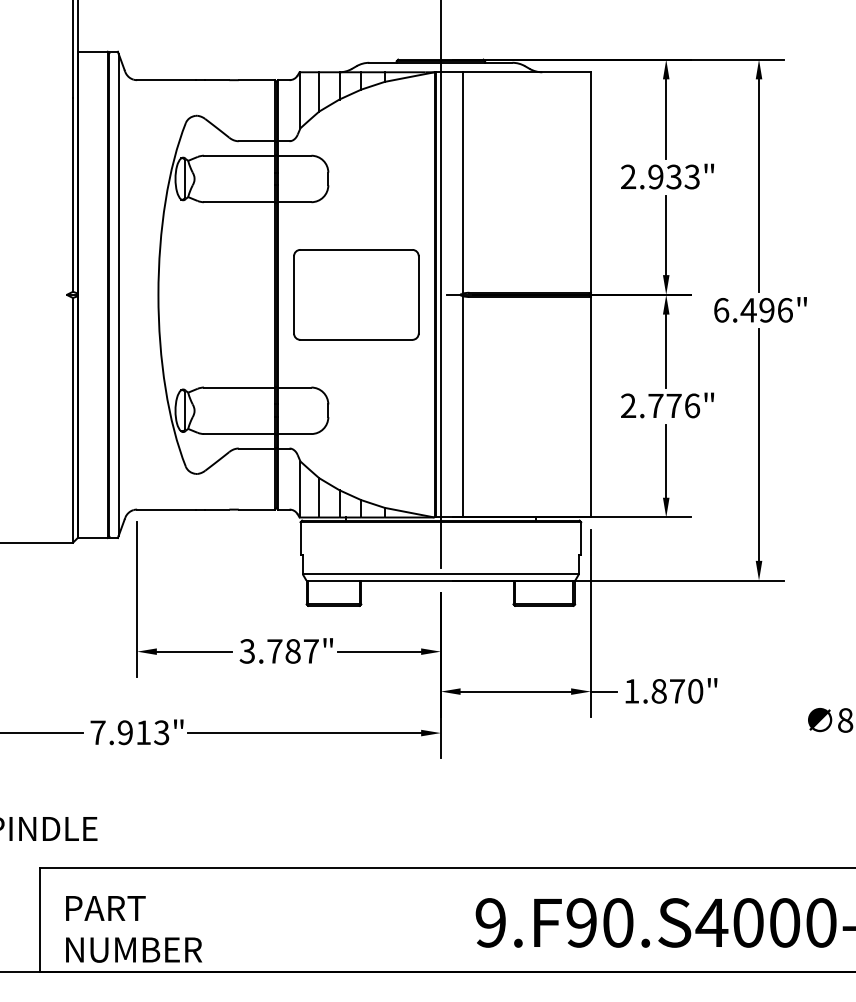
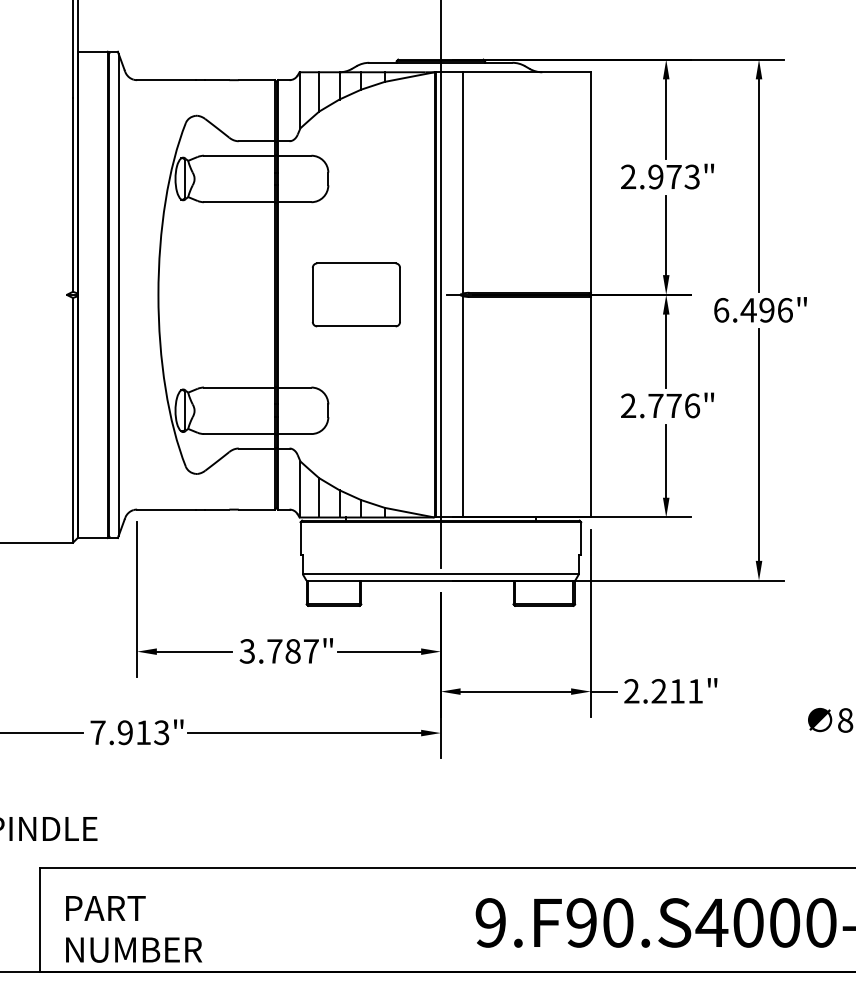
text at (673, 176): 2.933" -> 2.973"
part at (356, 294) size: 127x92 px -> 90x66 px
text at (663, 691): 1.870" -> 2.211"
